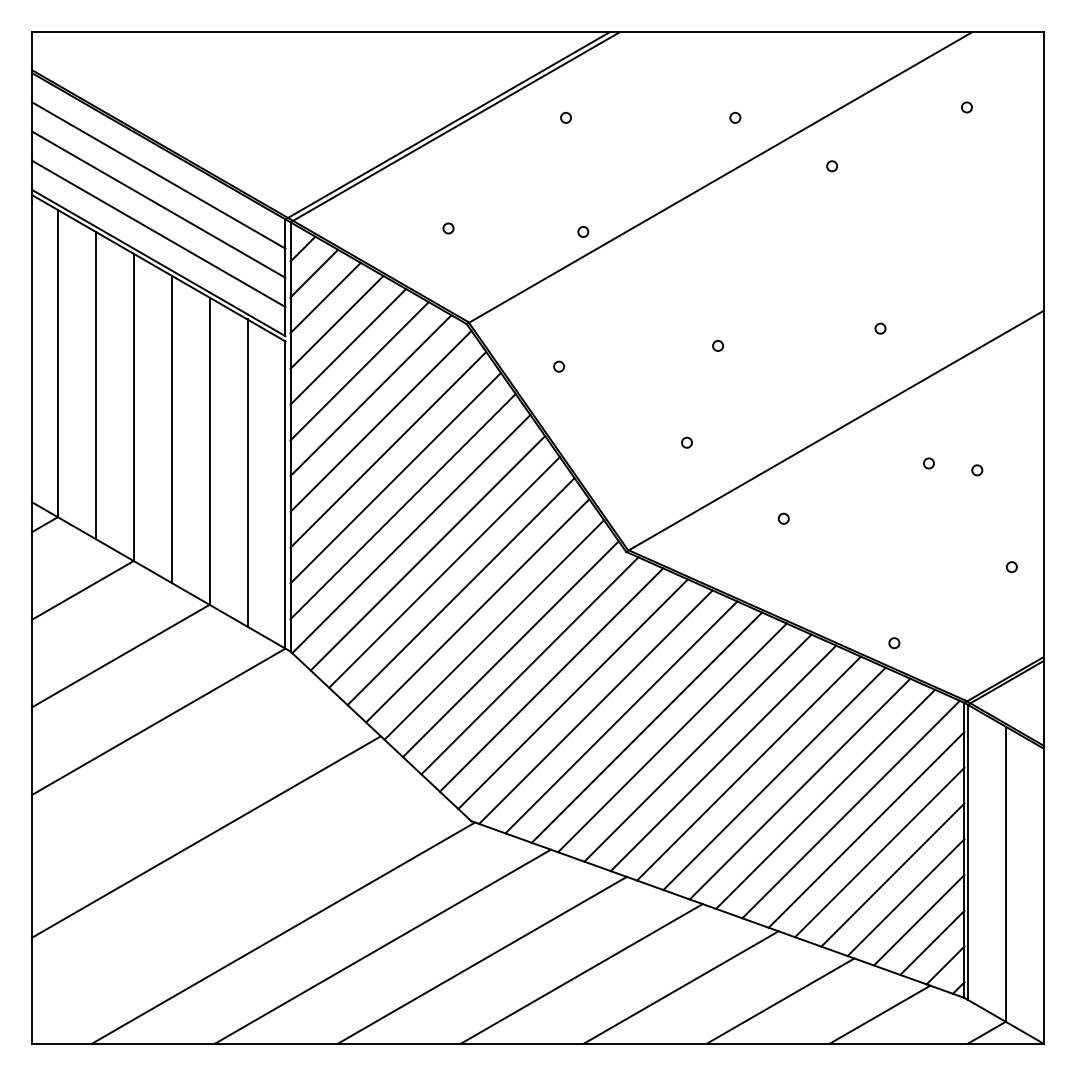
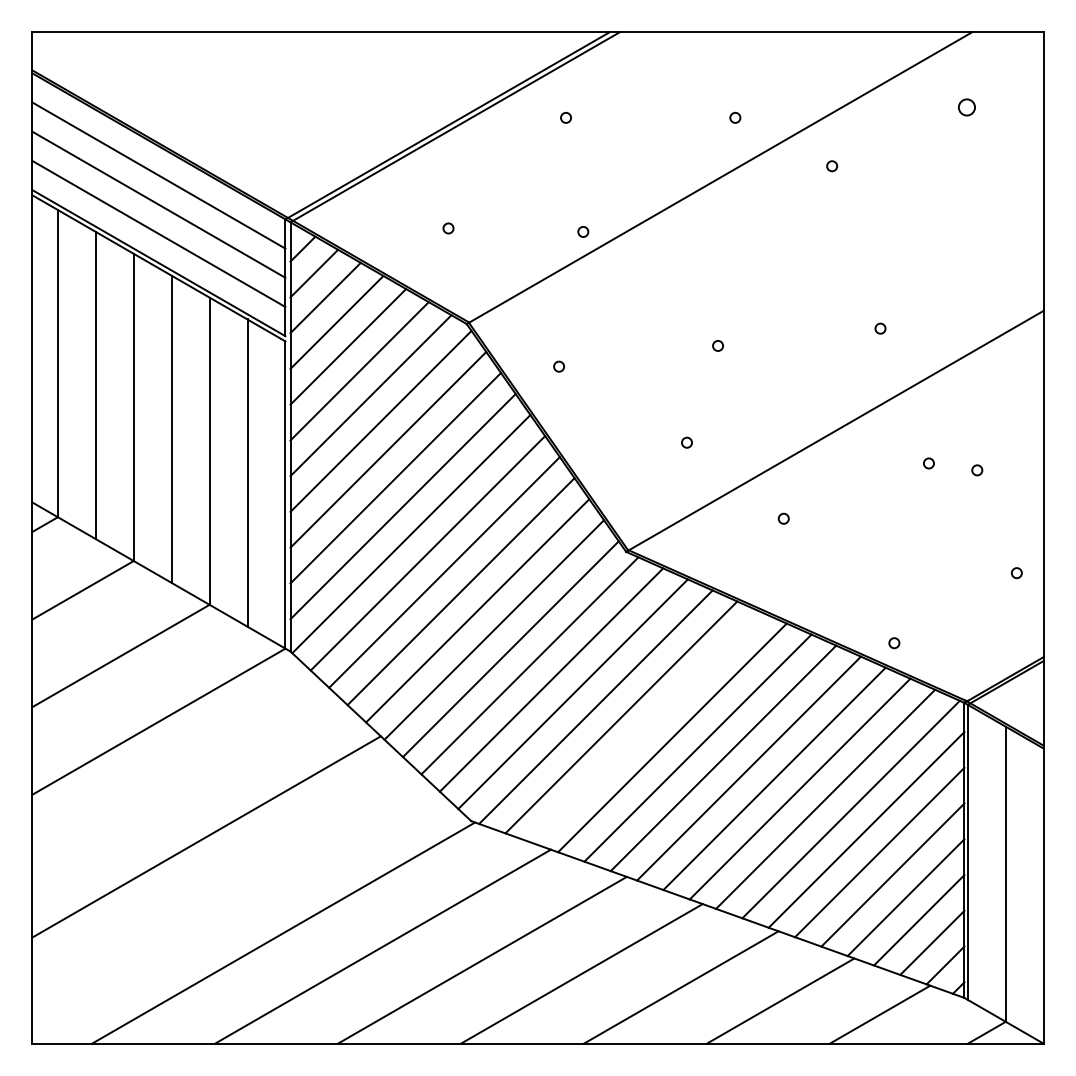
circle at (966, 107) size: 12x13 px -> 18x19 px
circle at (1011, 567) position: (1011, 567) -> (1016, 573)
line at (646, 727): present -> none
